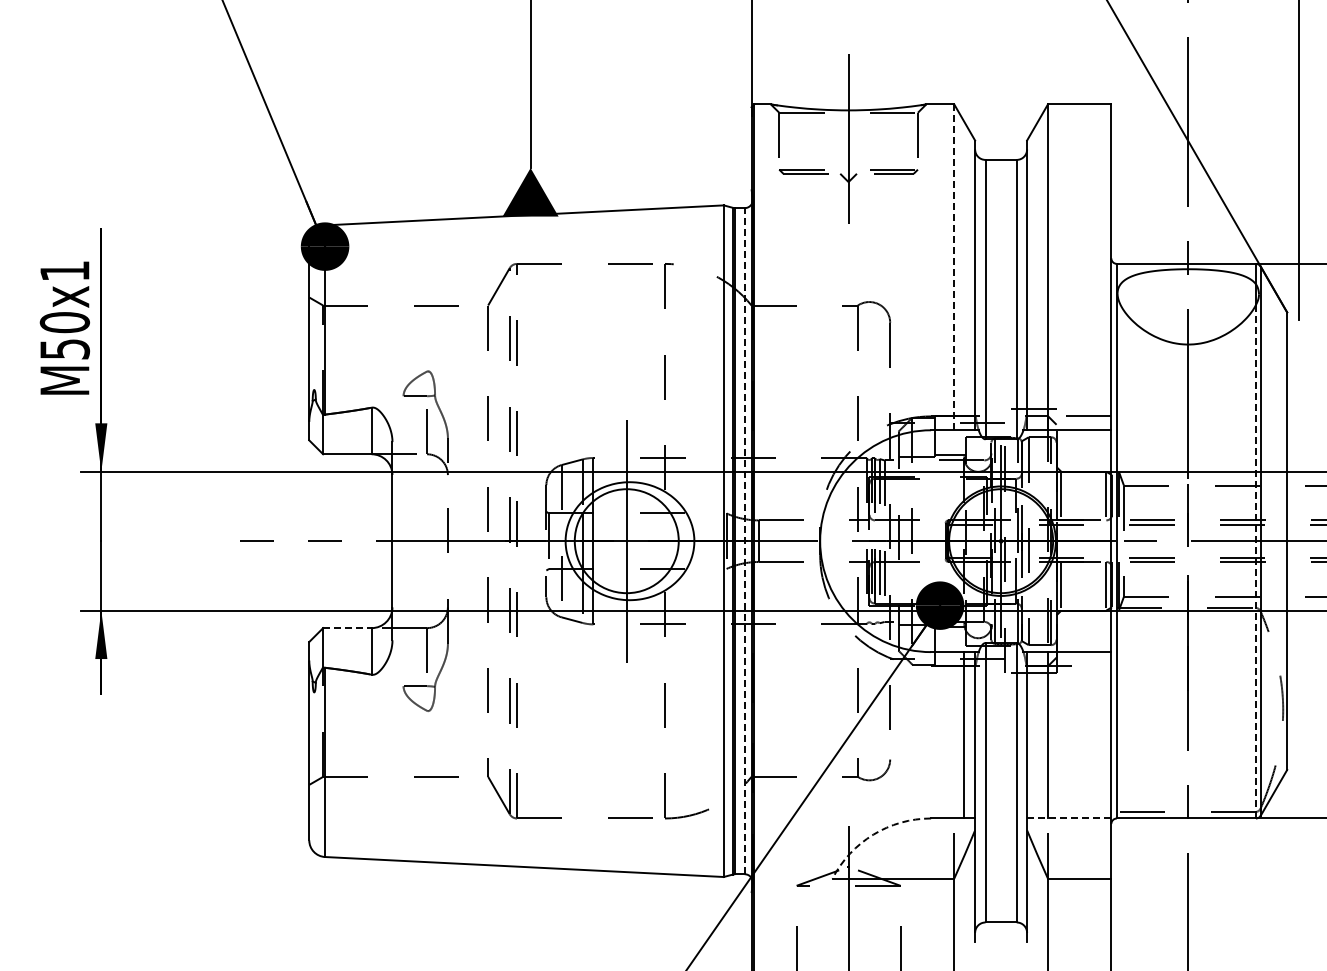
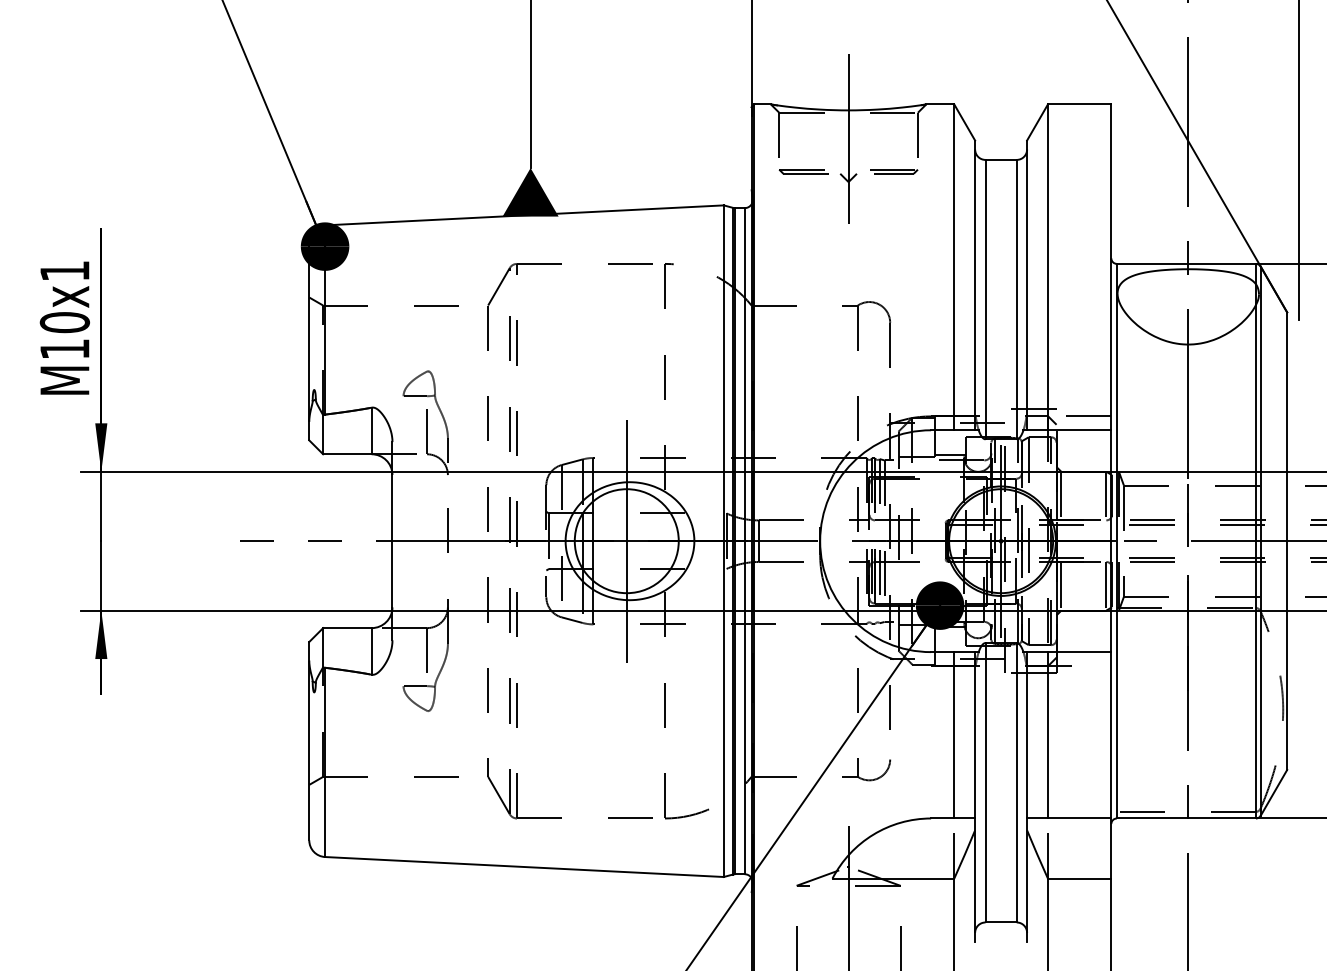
line at (954, 267): dashed -> solid
text at (65, 349): M50x1 -> M10x1
line at (744, 540): dashed -> solid
line at (1255, 561): dashed -> solid
line at (347, 628): dashed -> solid
line at (964, 735) position: (964, 735) -> (954, 735)
line at (1069, 818): dashed -> solid
arc at (873, 834): dashed -> solid
